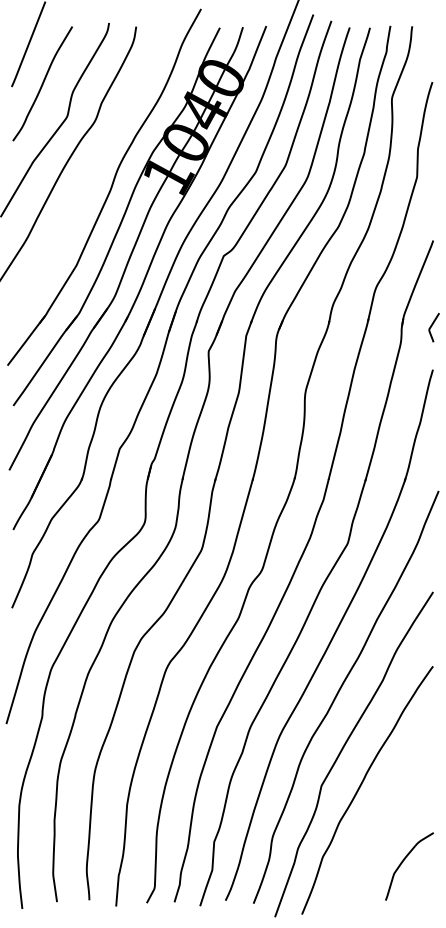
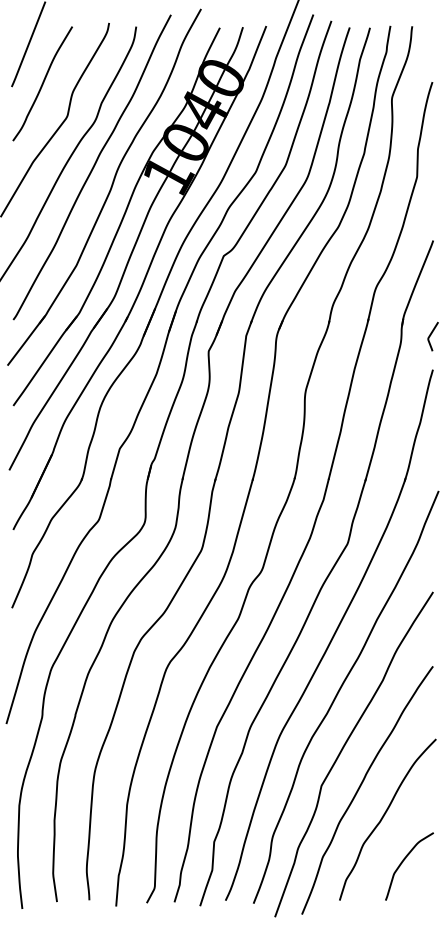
curve at (92, 167): none -> present
curve at (432, 326) position: (432, 326) -> (431, 335)
curve at (383, 818): none -> present
